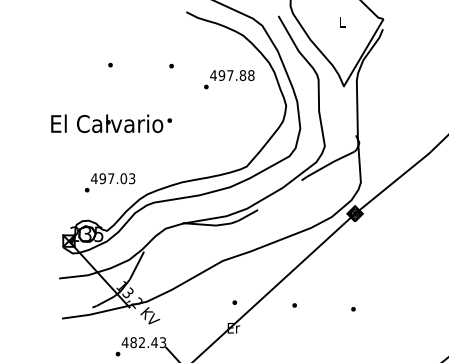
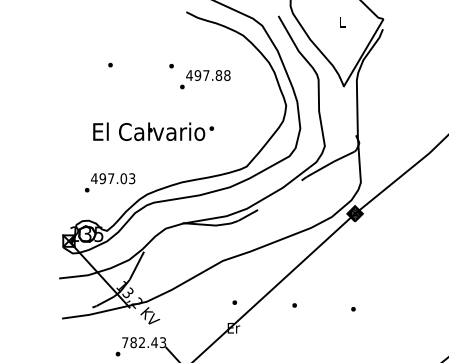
text at (229, 79) position: (229, 79) -> (205, 79)
text at (111, 123) position: (111, 123) -> (153, 131)
text at (124, 342): 482.43 -> 782.43
